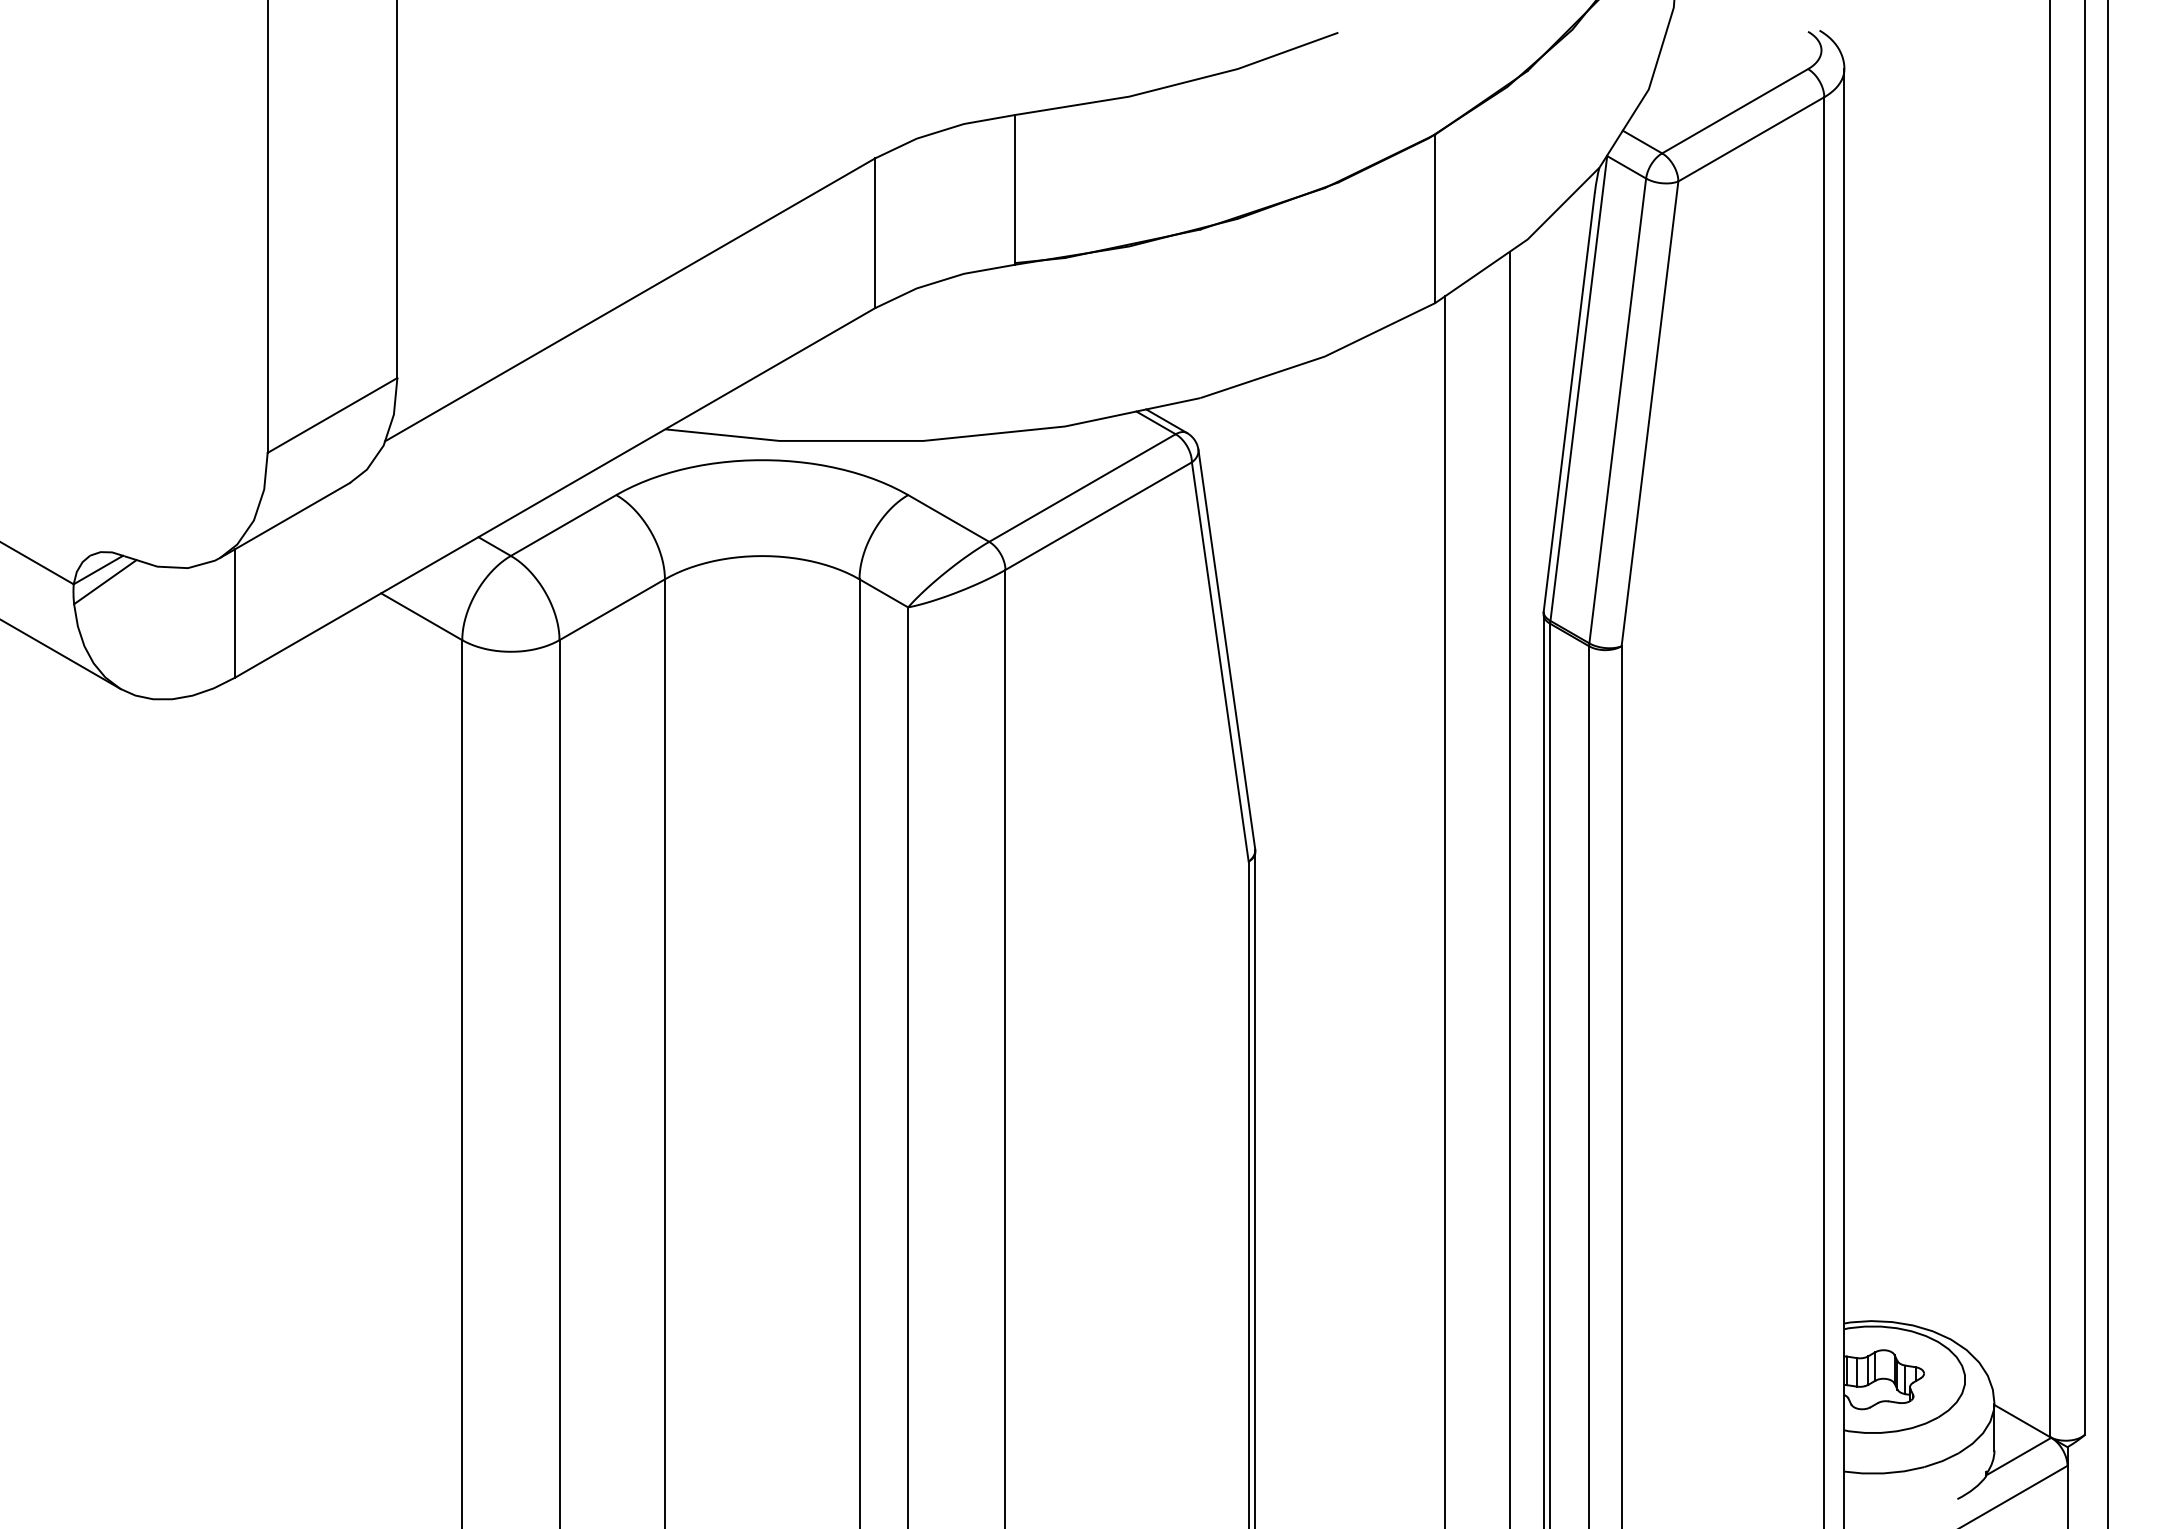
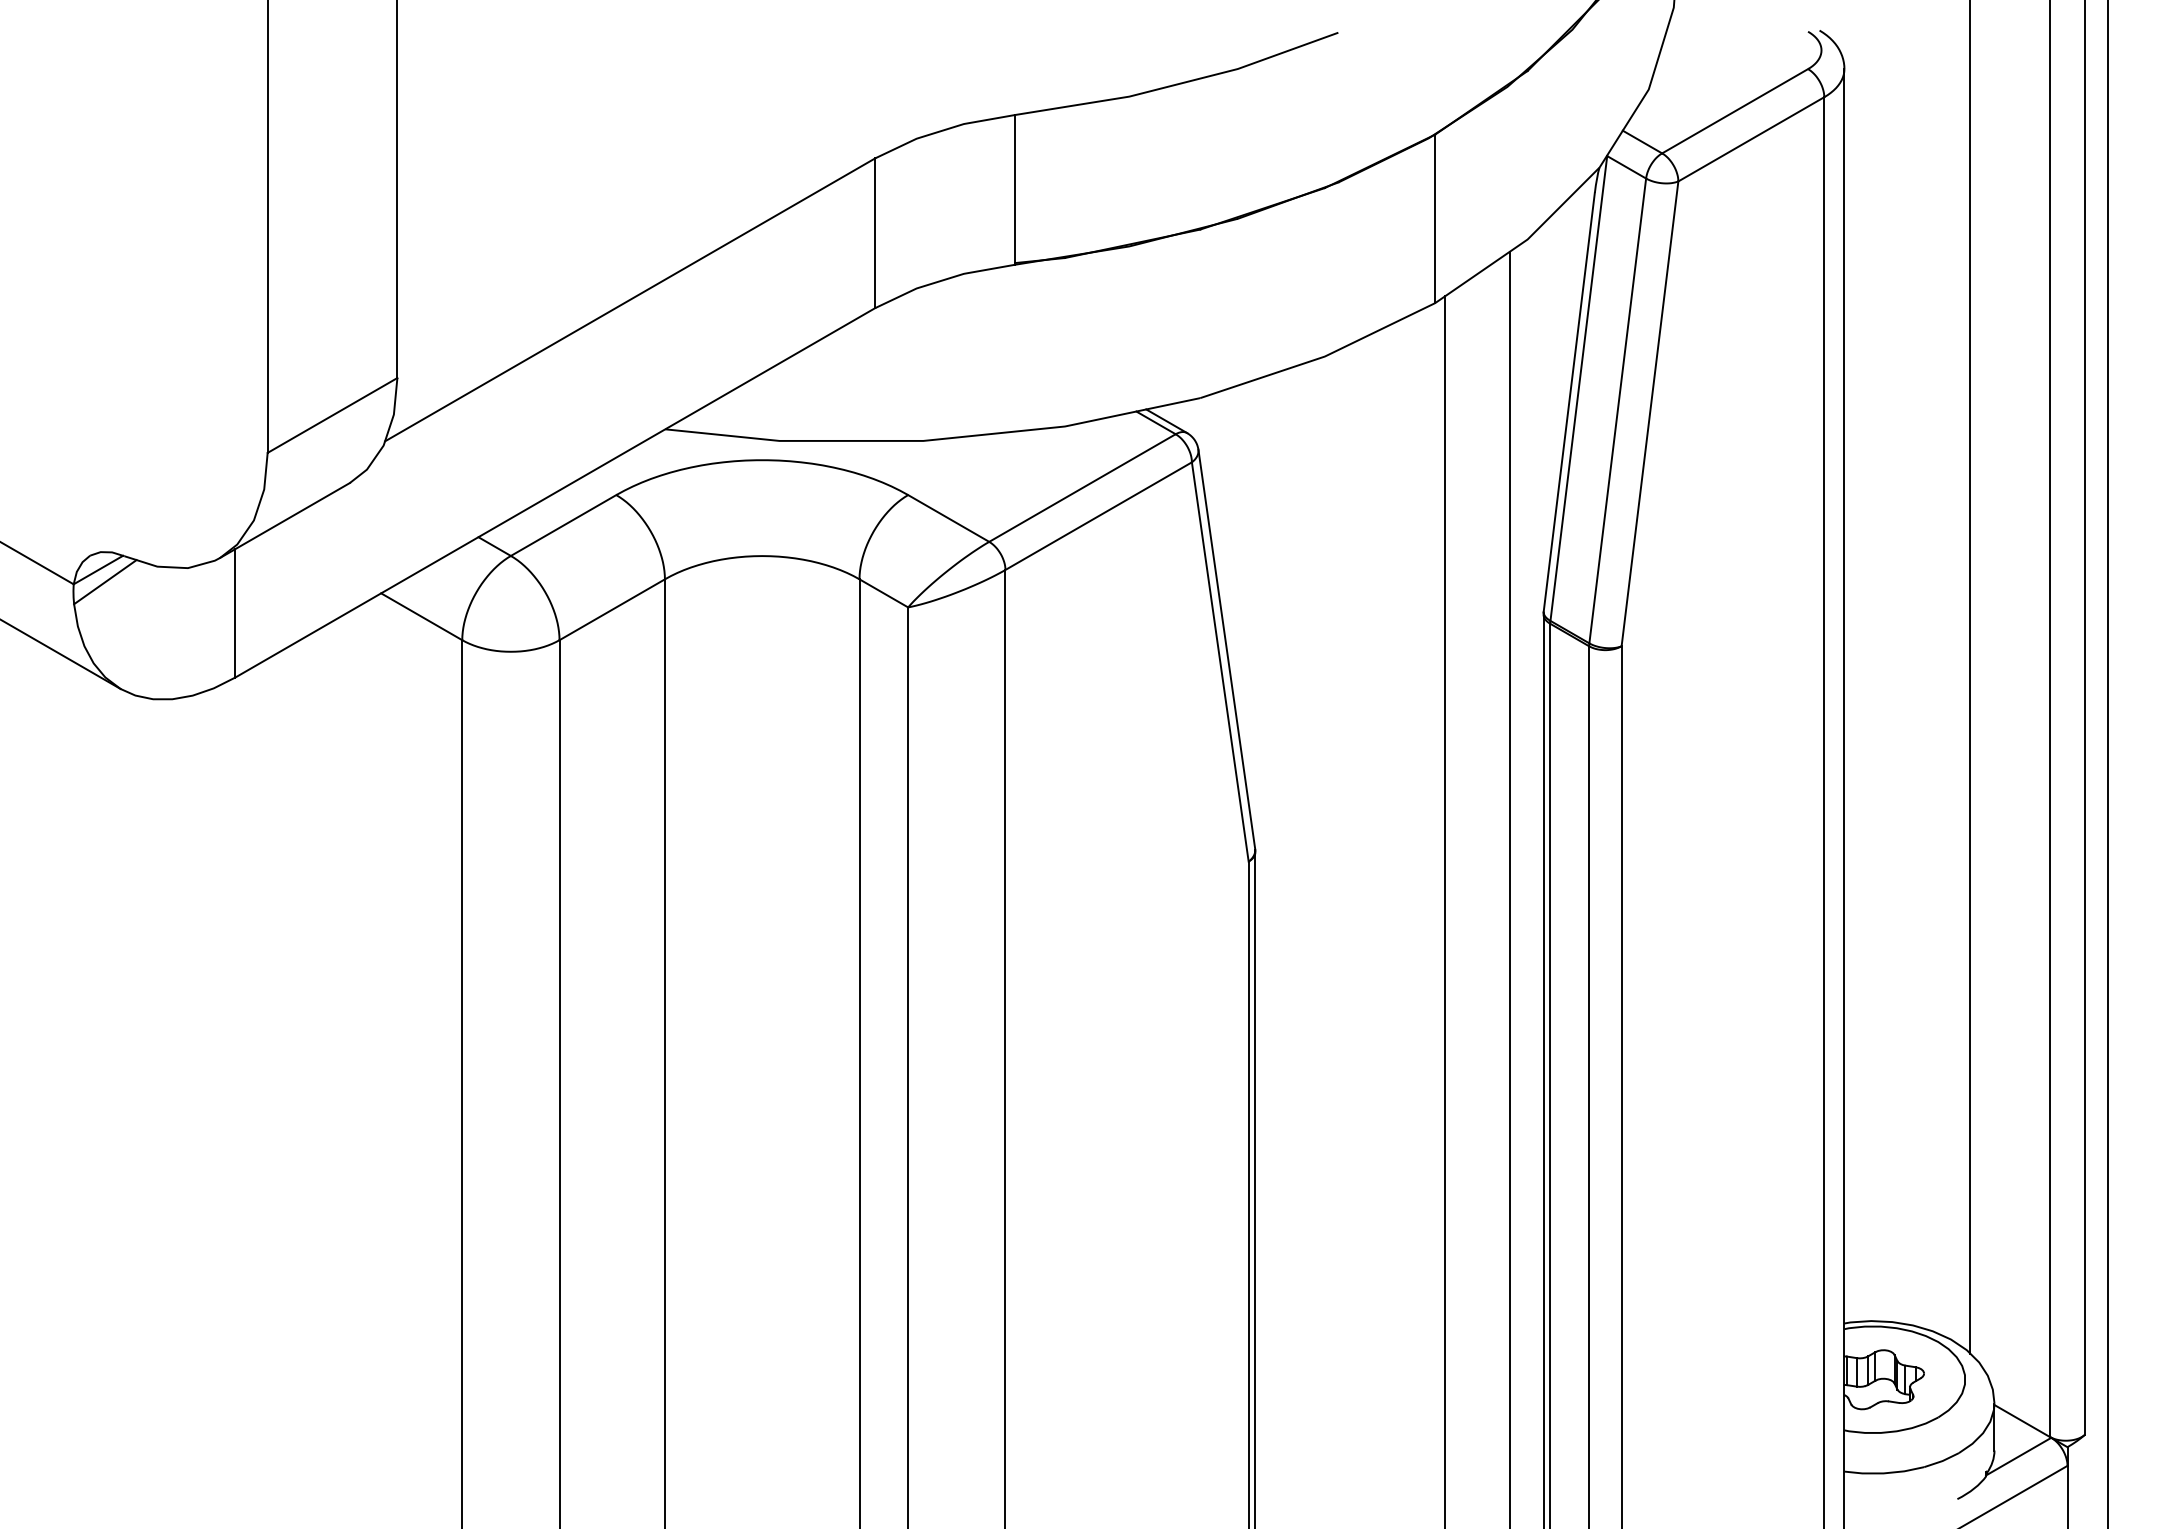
line at (1970, 677): none -> present
